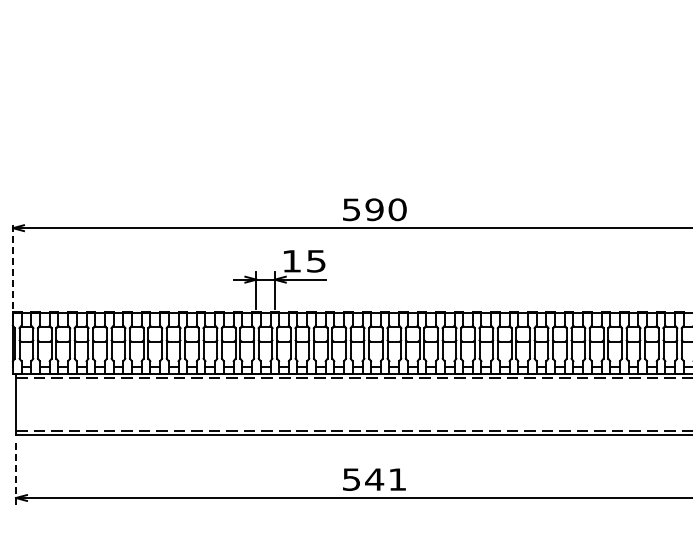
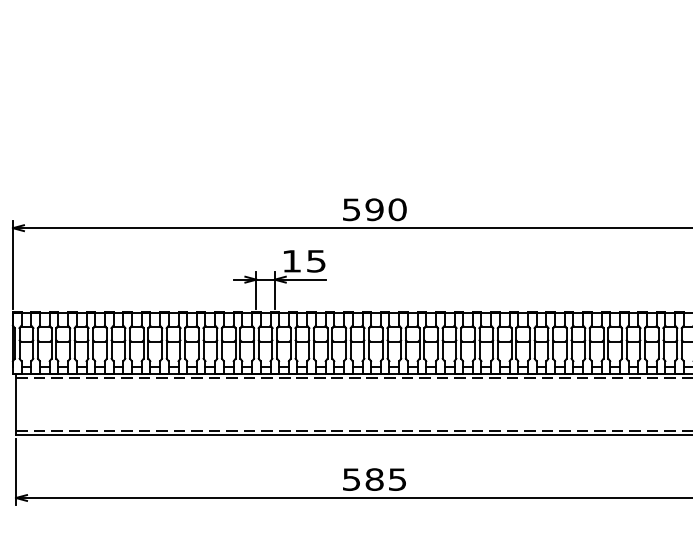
line at (12, 264): dashed -> solid
line at (16, 471): dashed -> solid
text at (385, 479): 541 -> 585
